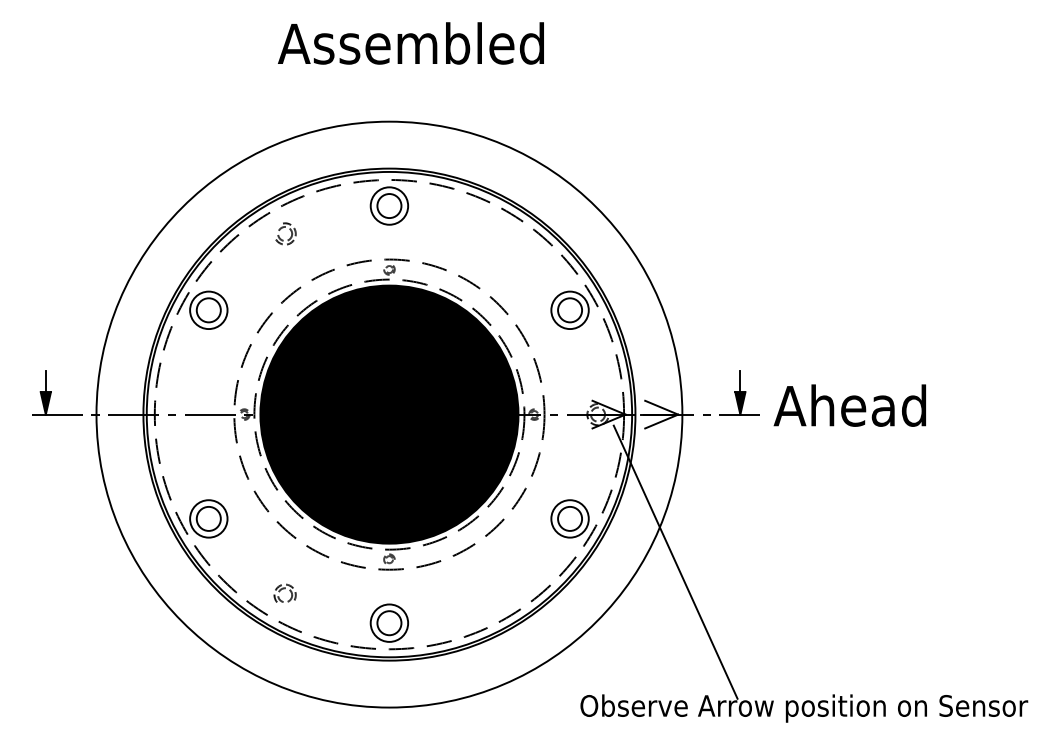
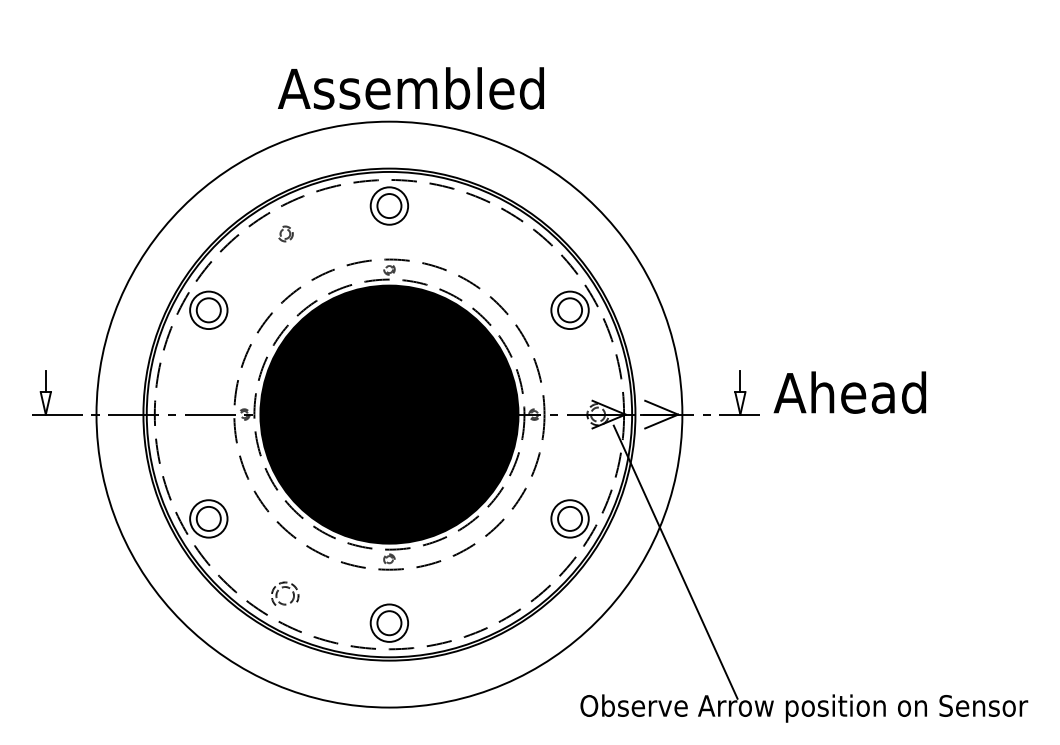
text at (410, 43) position: (410, 43) -> (410, 88)
part at (285, 233) size: 22x24 px -> 16x18 px
fill at (45, 403): present -> none
fill at (740, 403): present -> none
text at (849, 405) position: (849, 405) -> (849, 392)
part at (284, 592) size: 24x20 px -> 29x25 px
